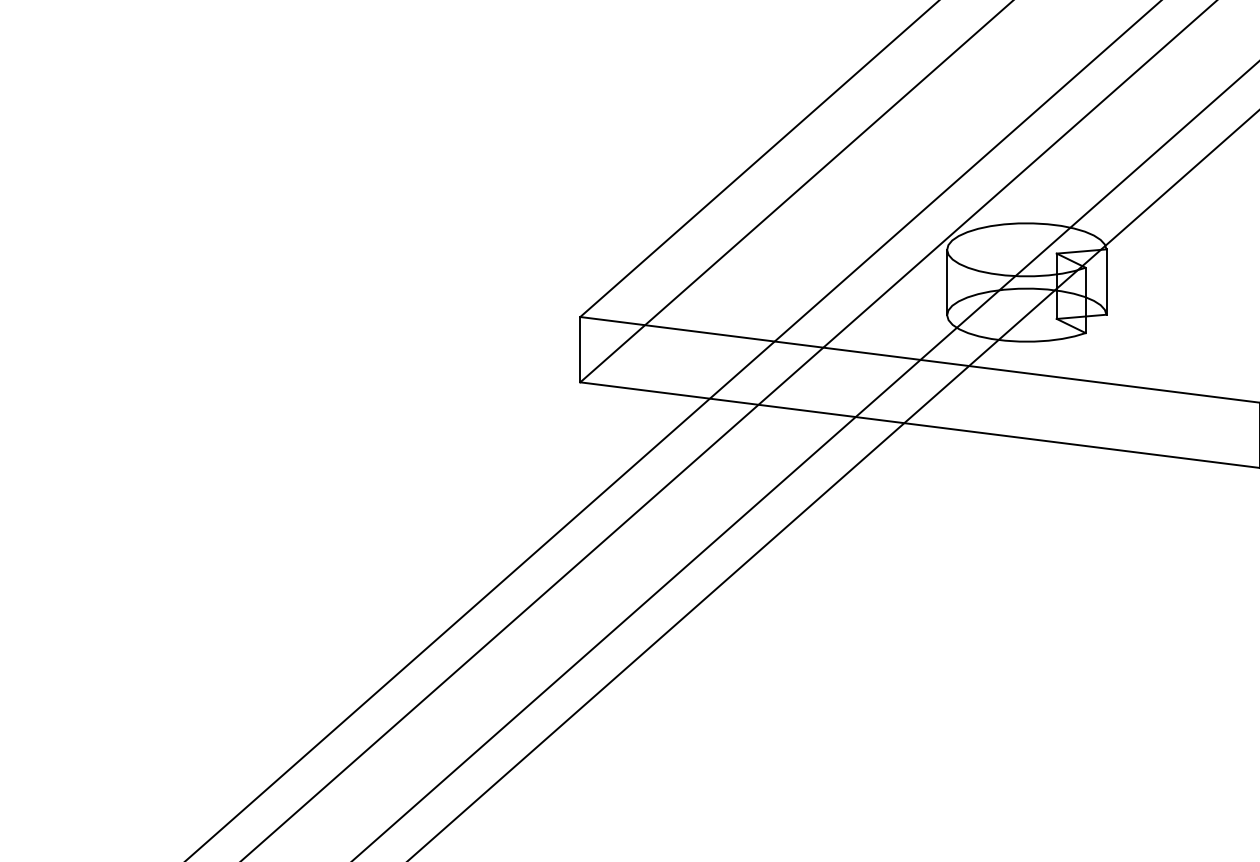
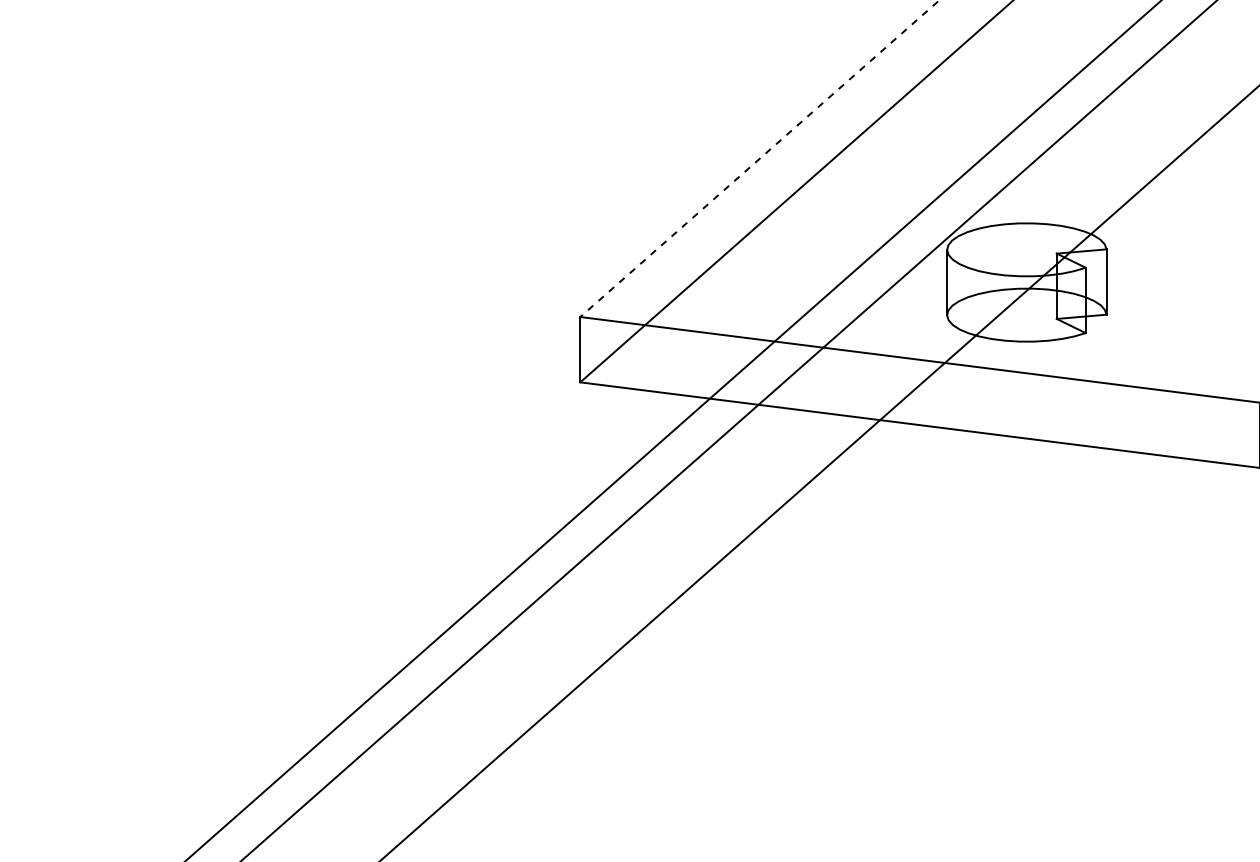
line at (759, 158): solid -> dashed
line at (805, 460) position: (805, 460) -> (819, 473)
line at (833, 485): present -> none
